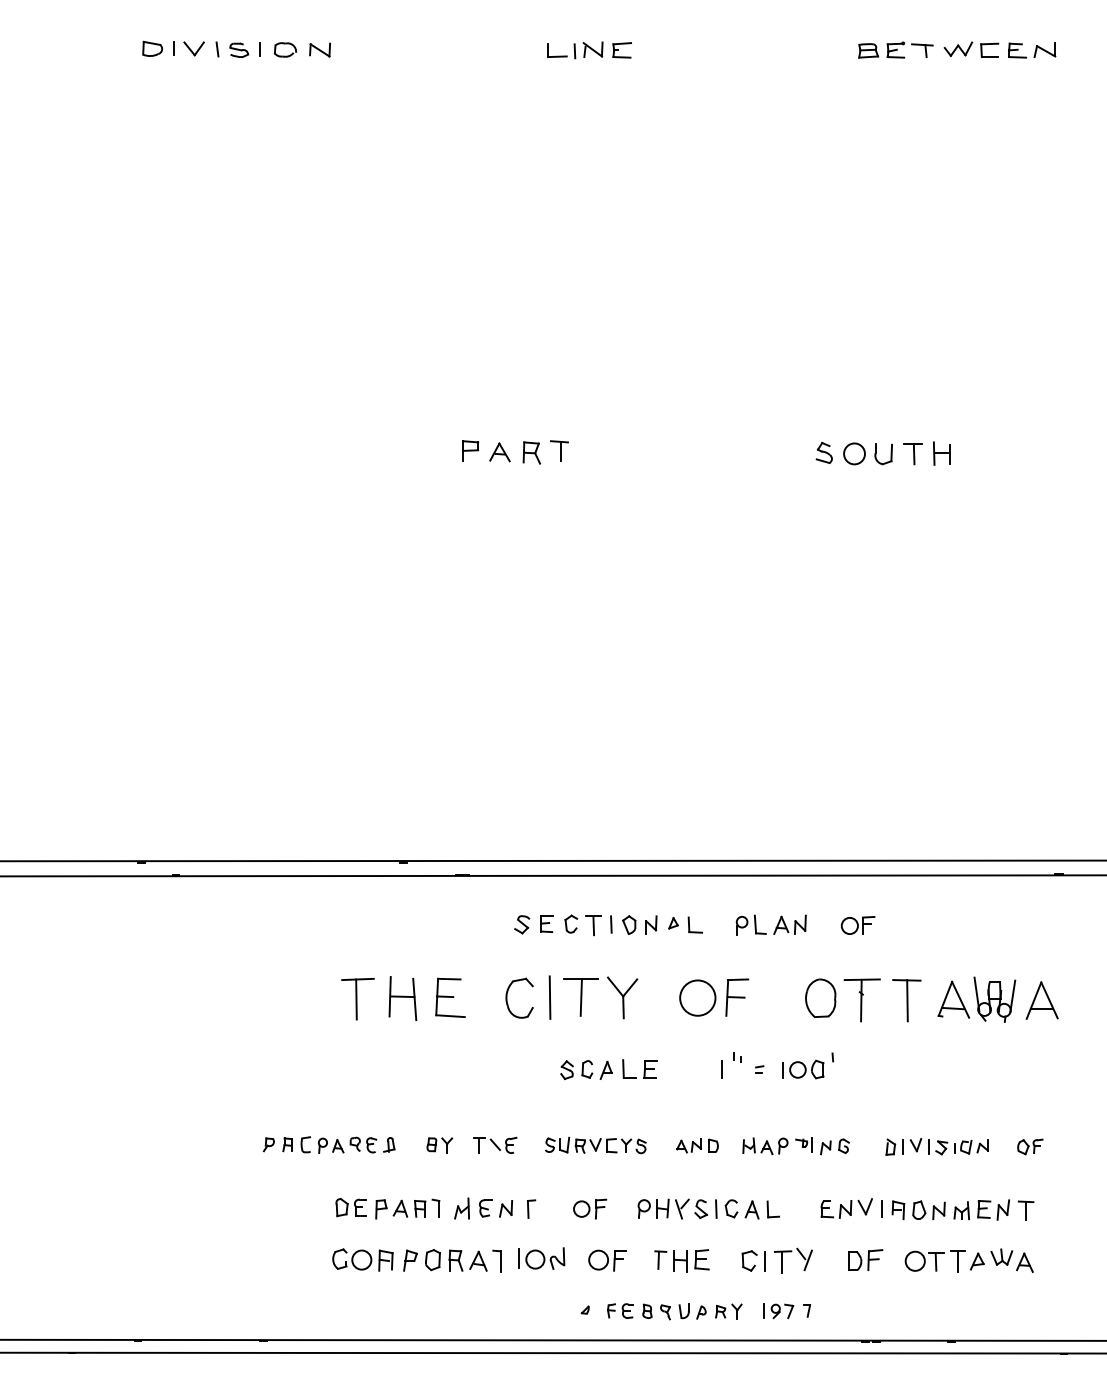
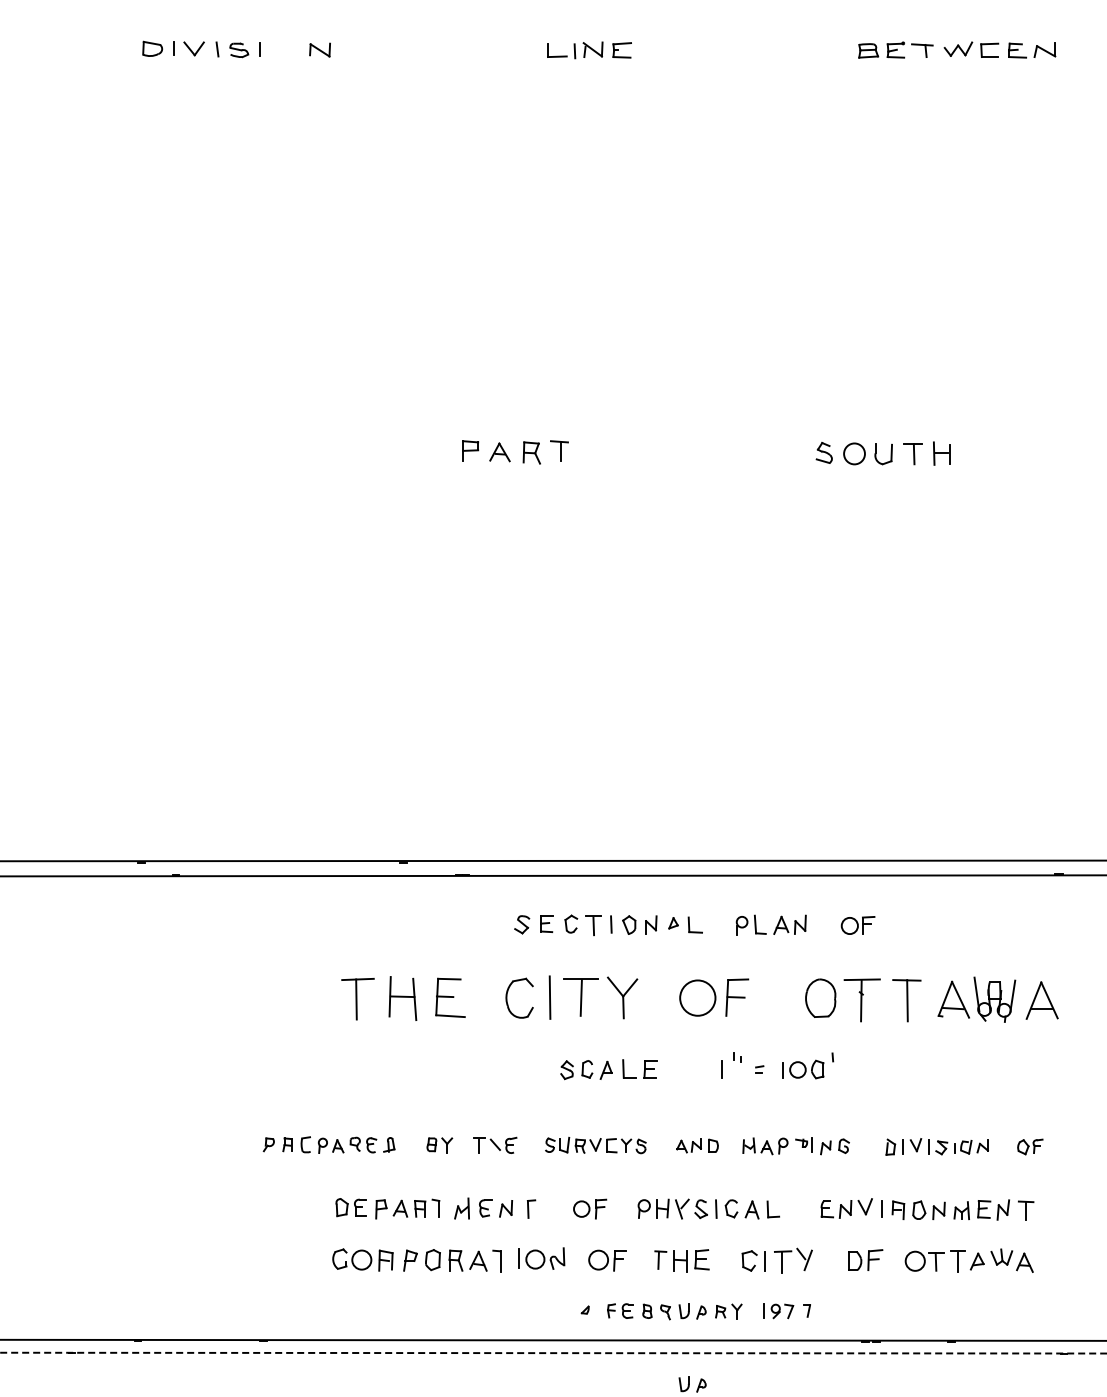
part at (285, 49): present -> none
line at (553, 1353): solid -> dashed
part at (692, 1384): none -> present
